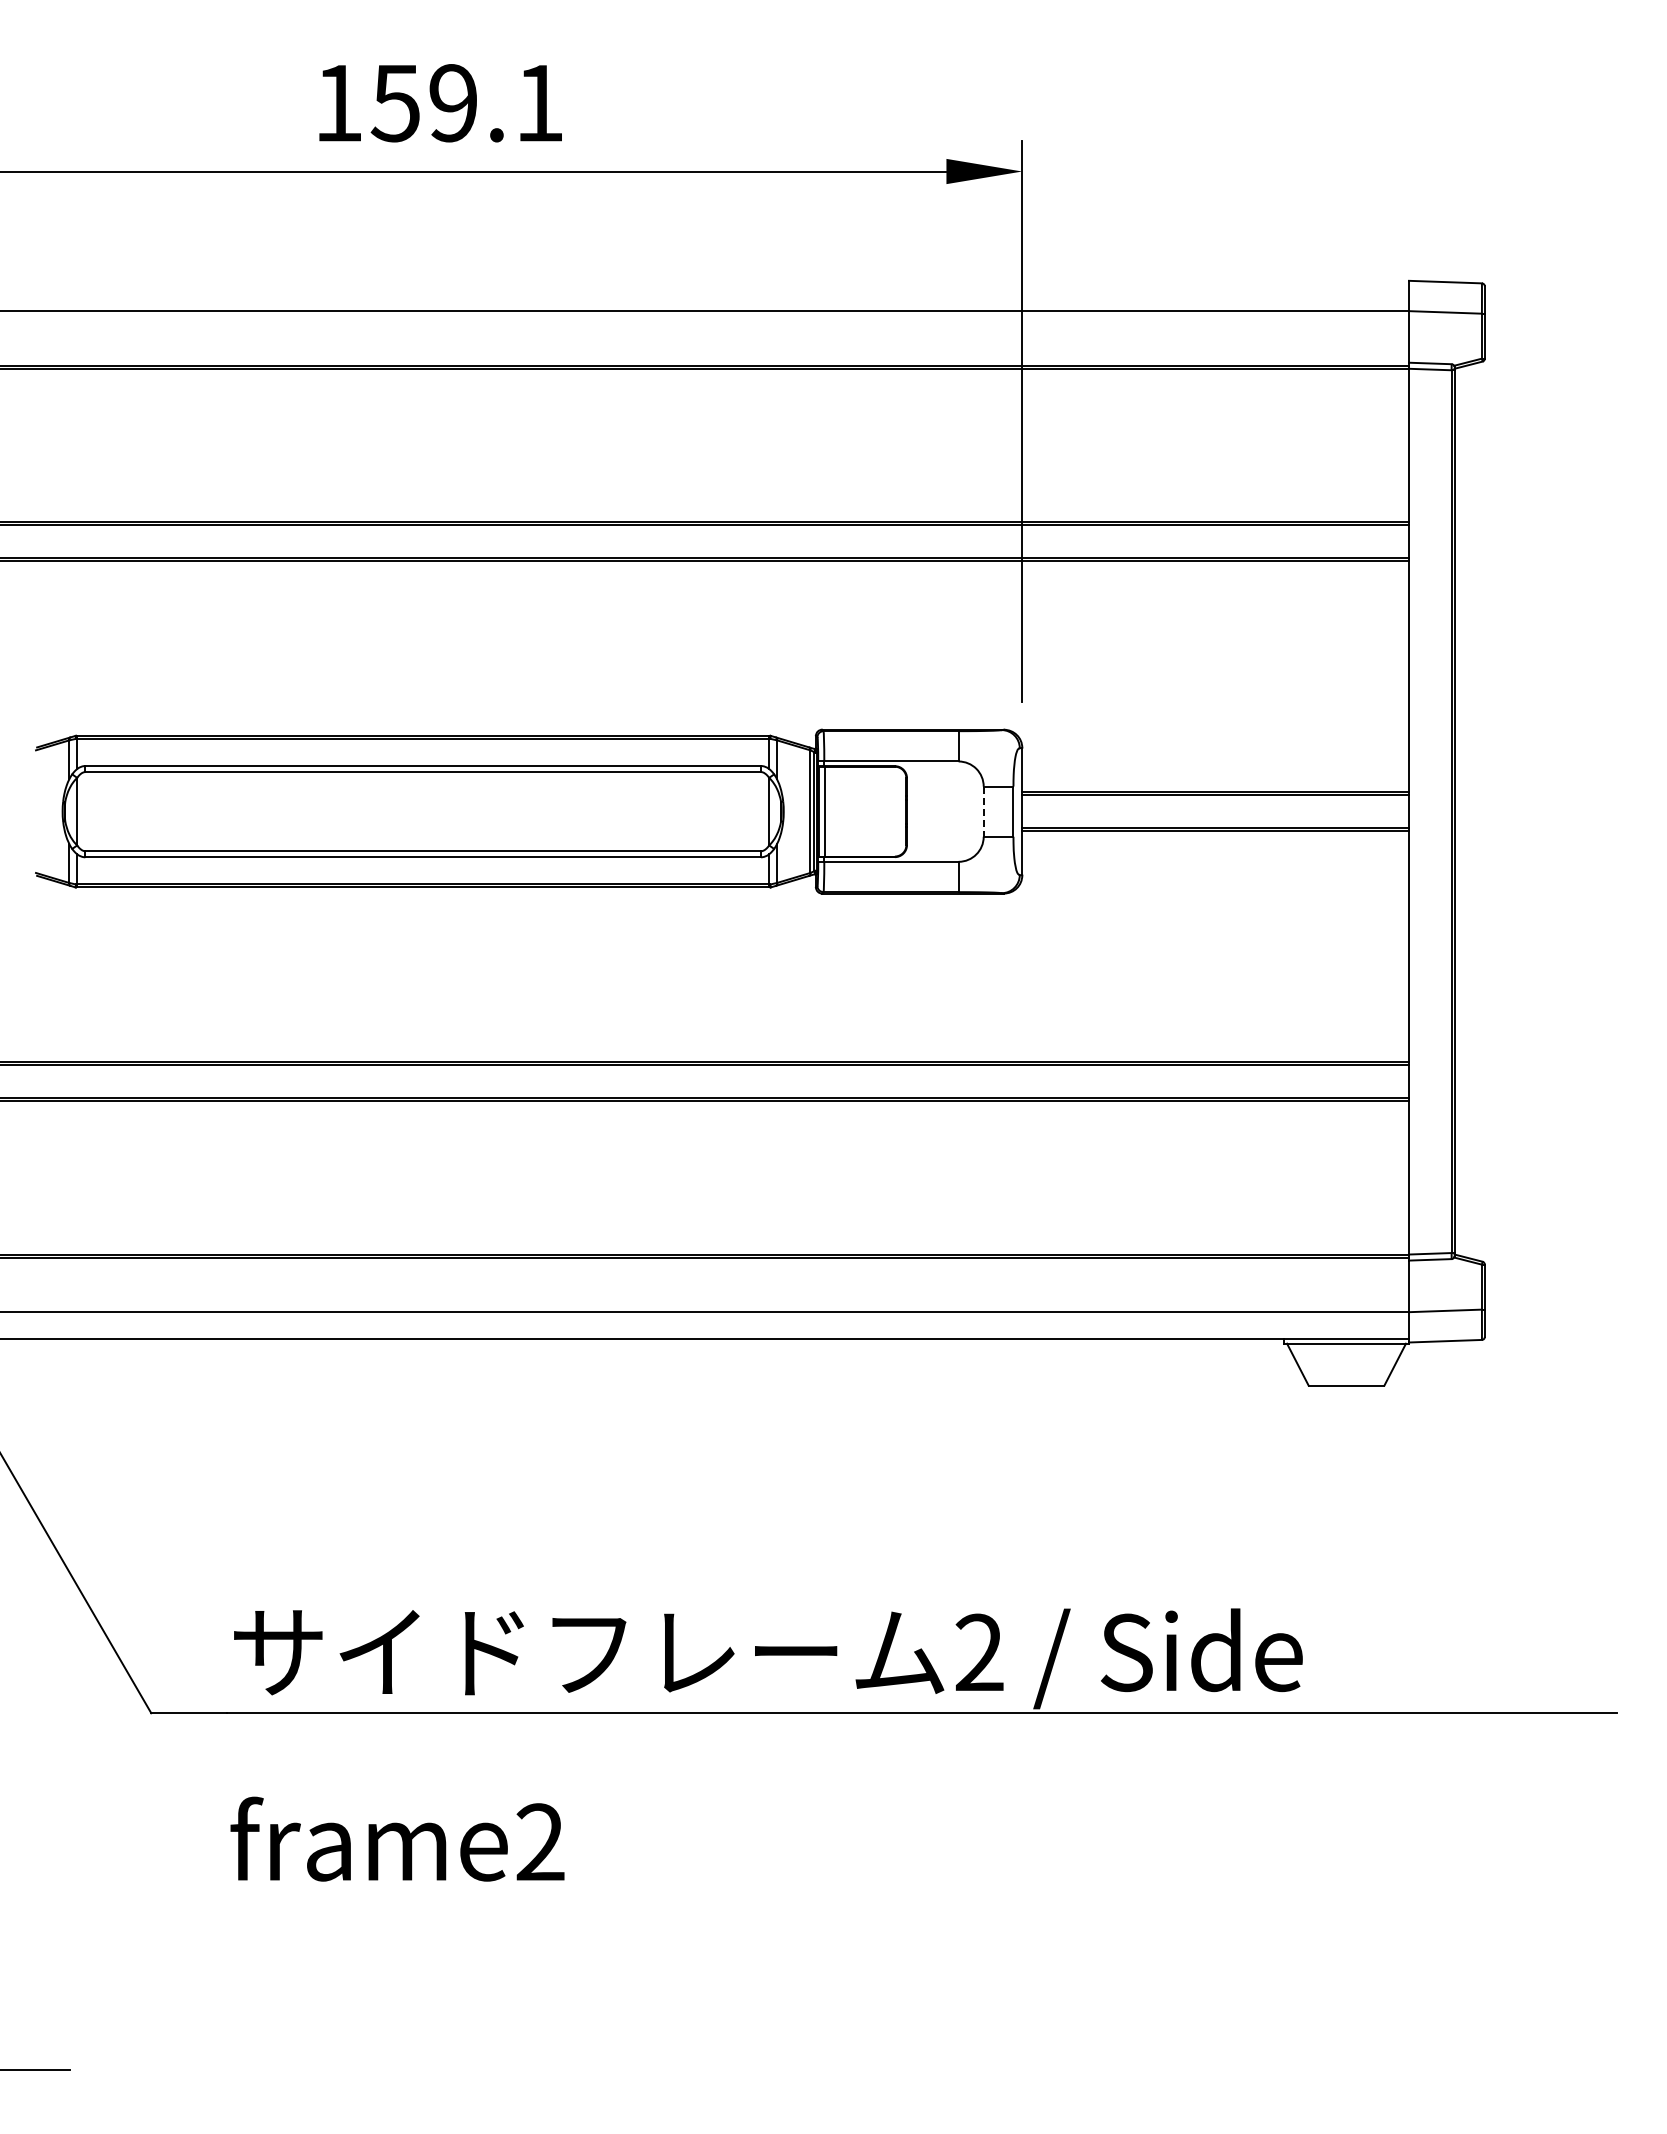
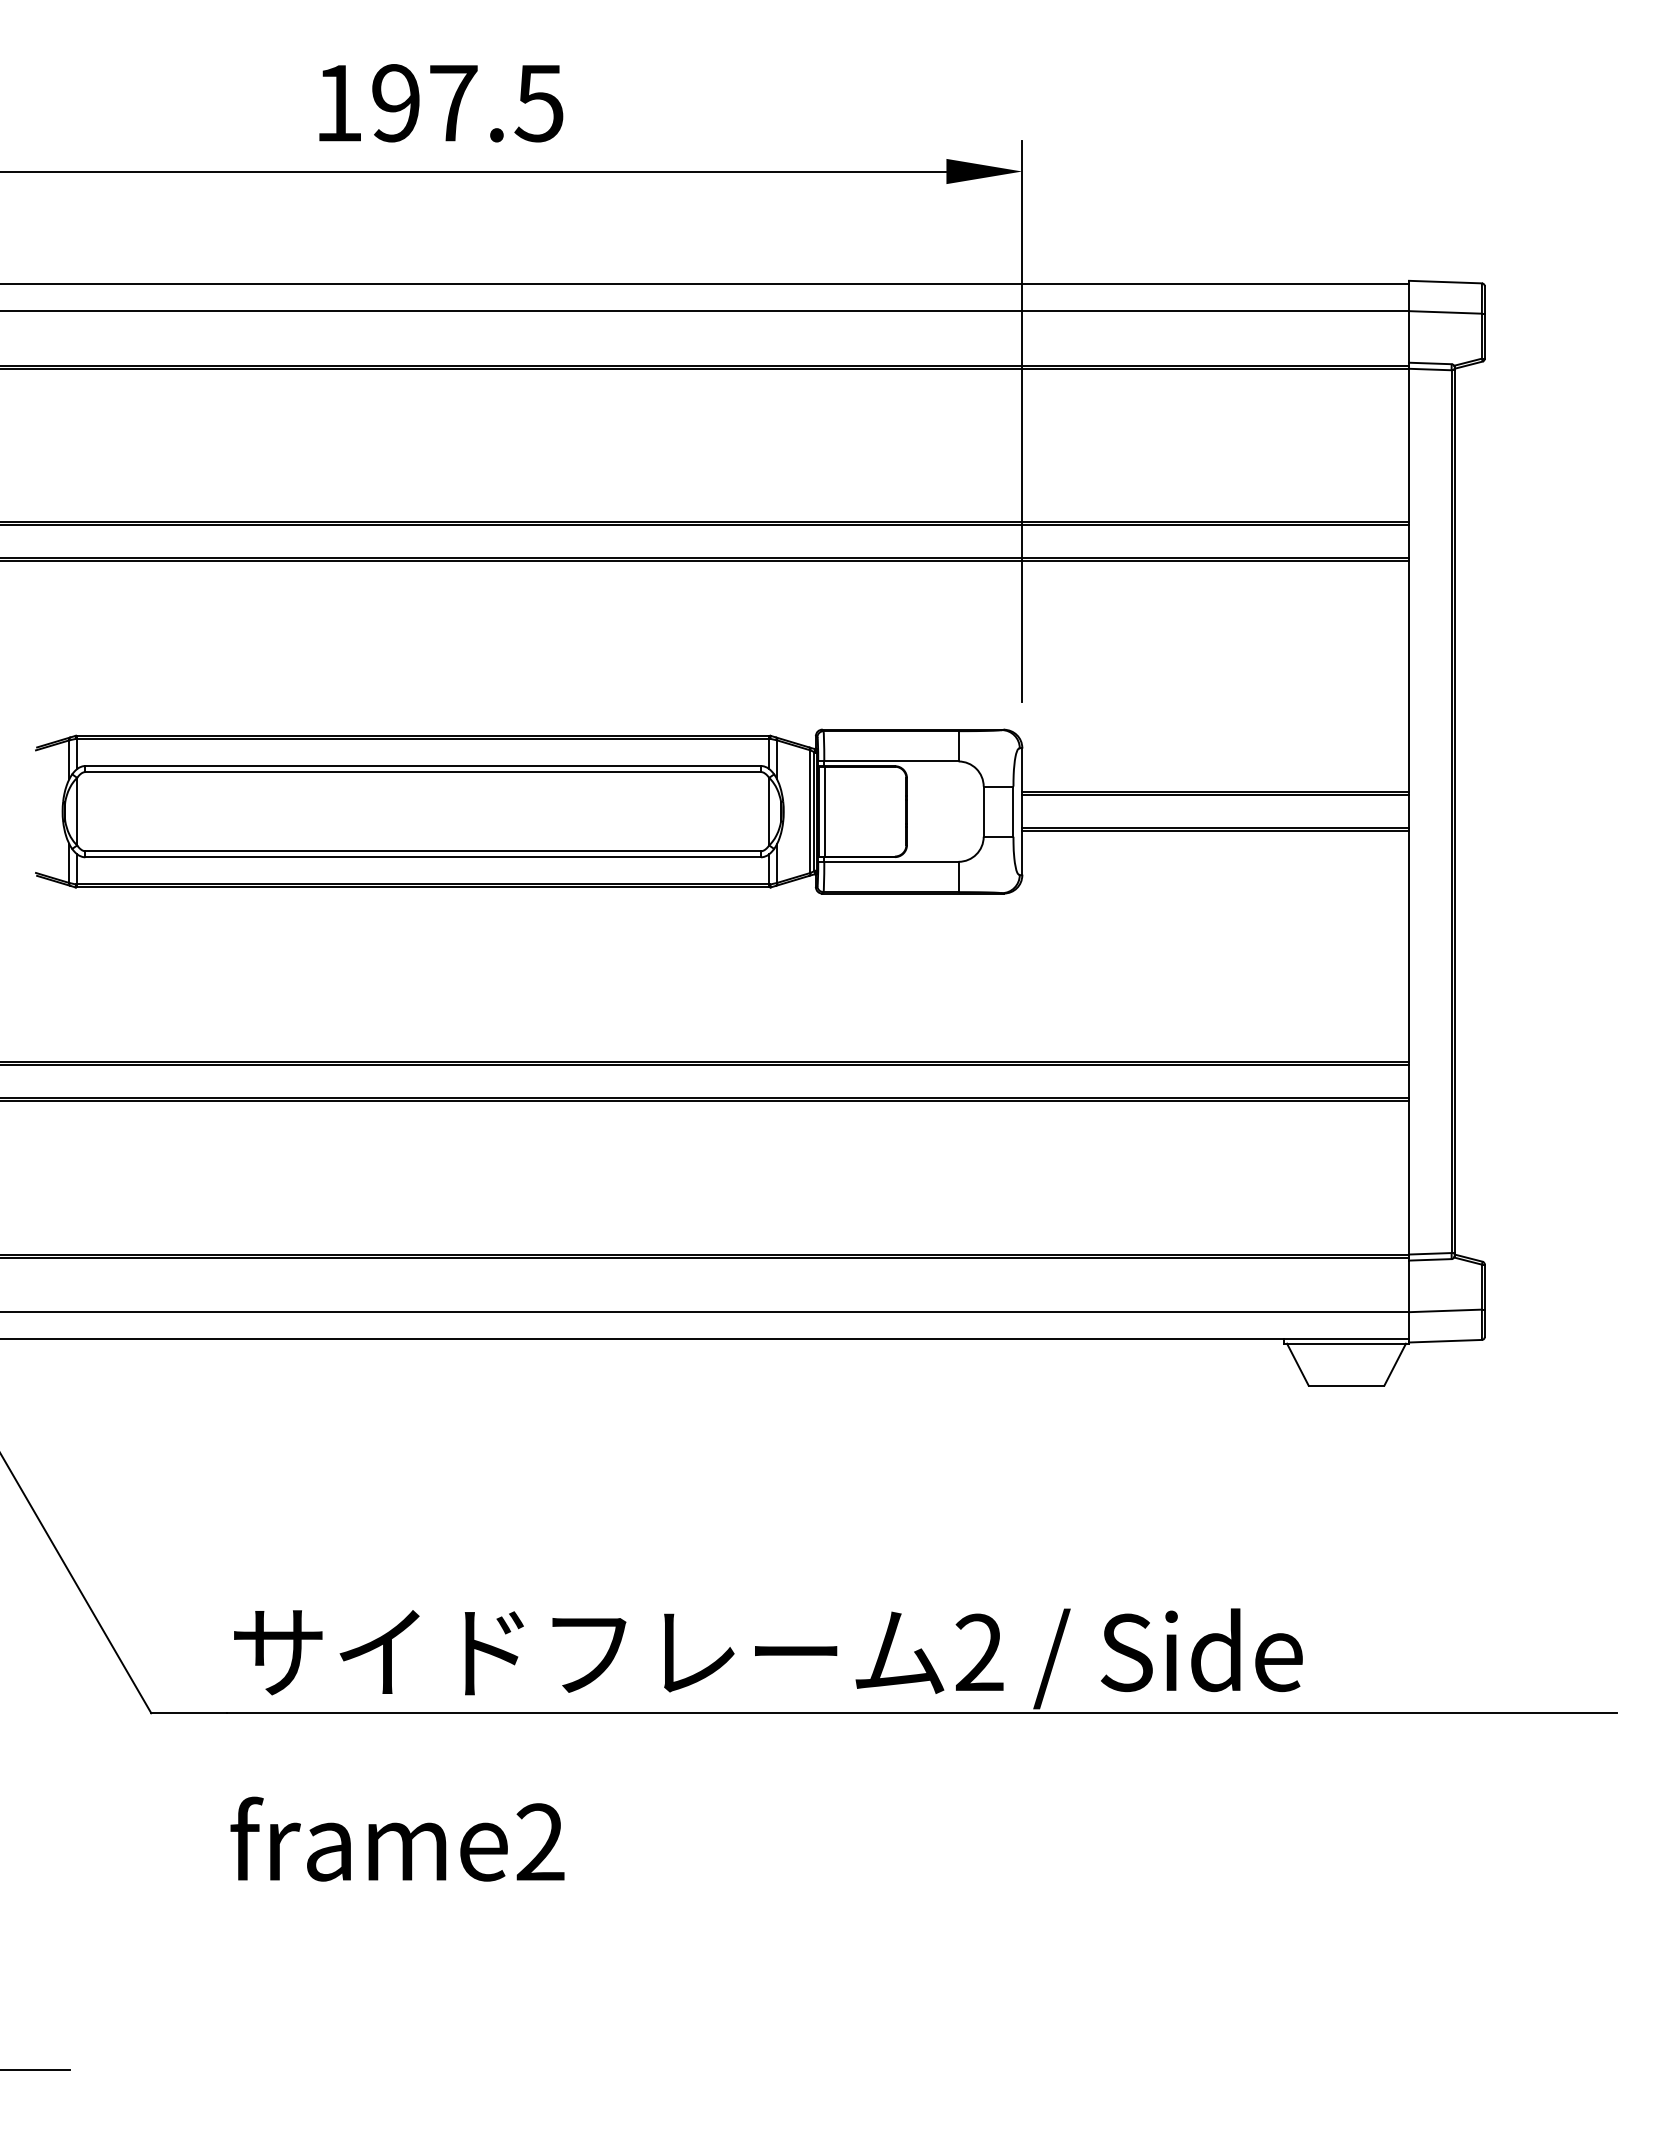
text at (466, 103): 159.1 -> 197.5
line at (705, 283): none -> present
line at (983, 812): dashed -> solid
